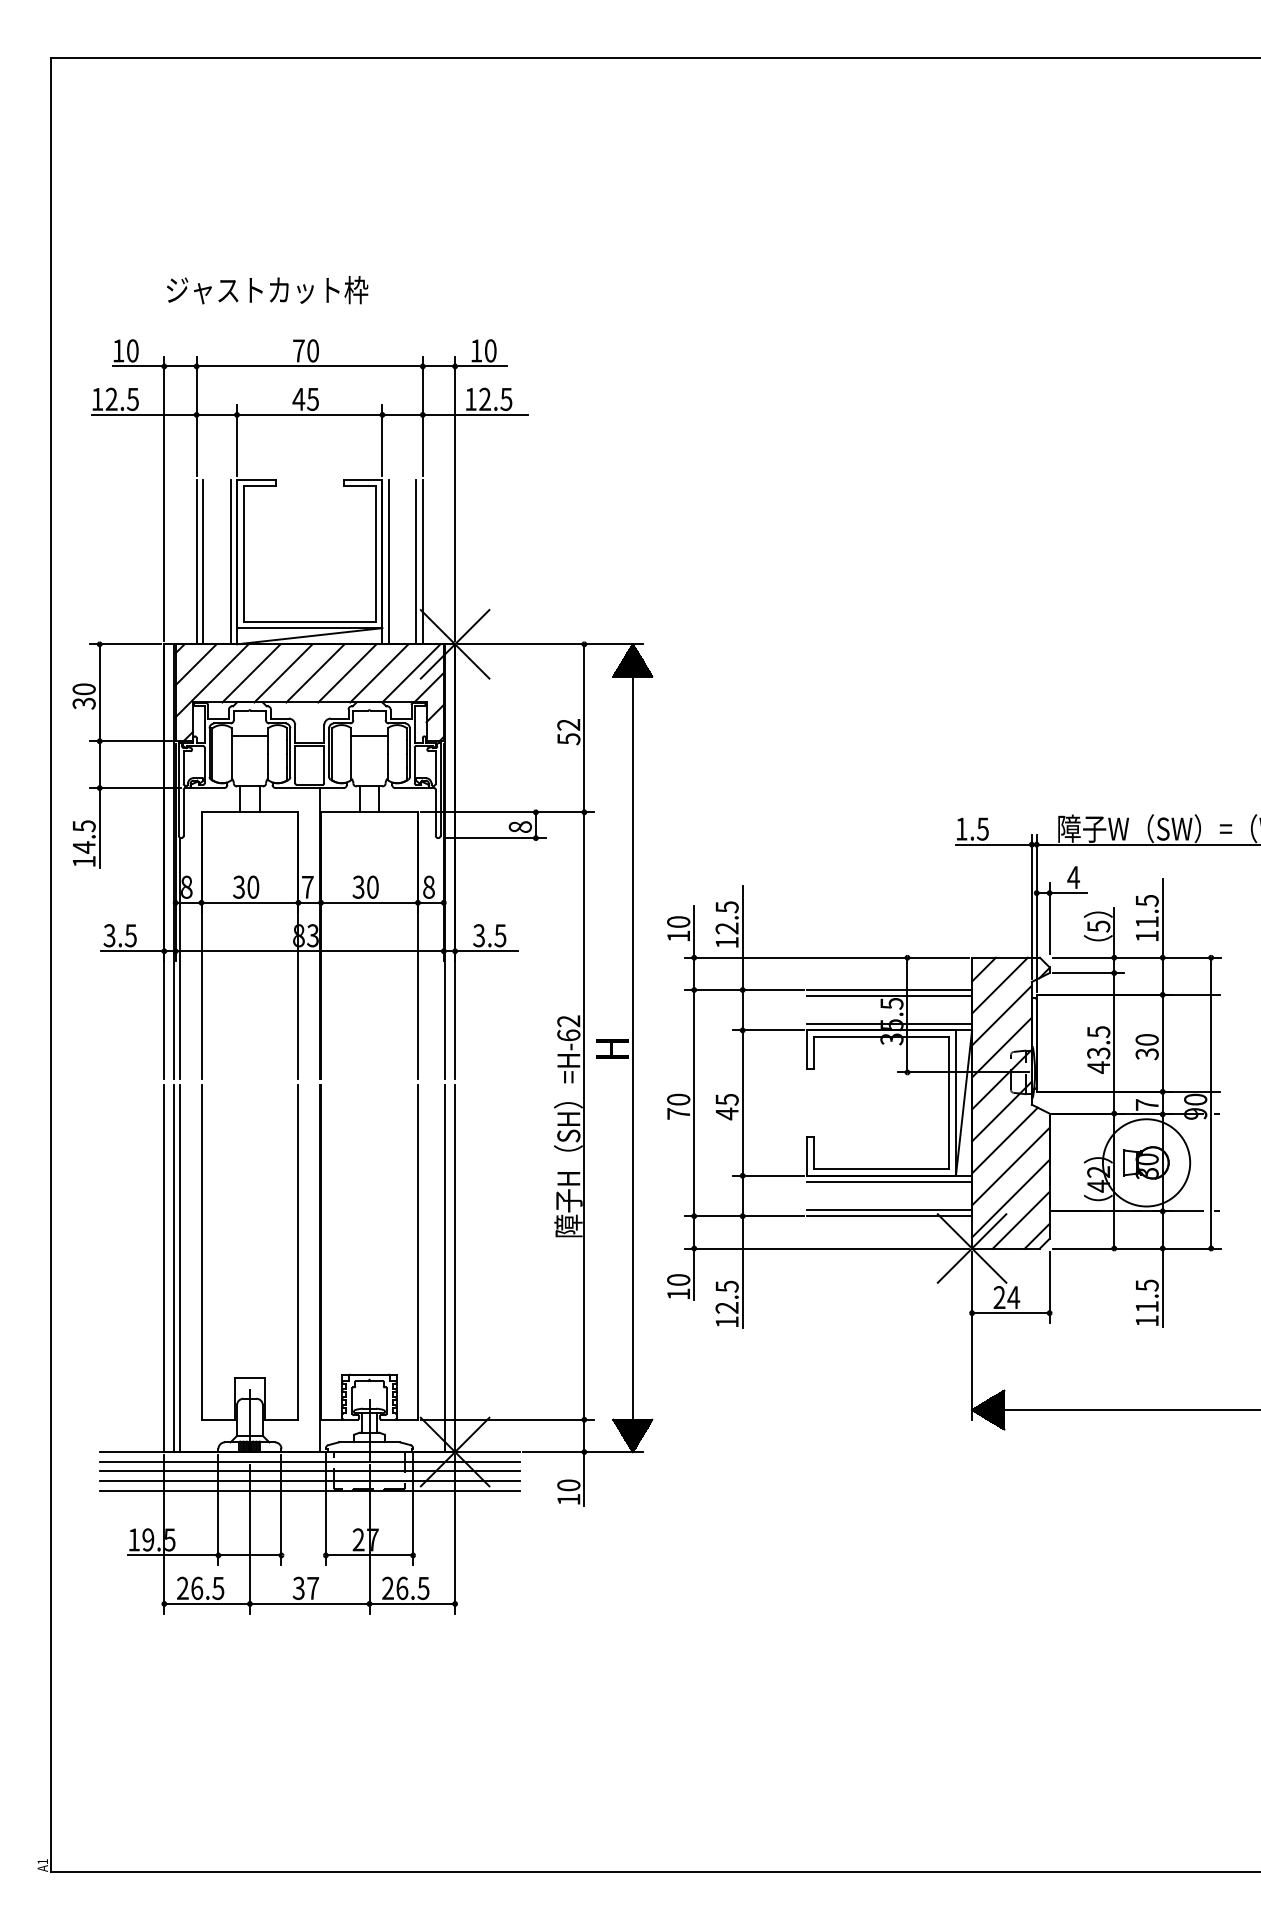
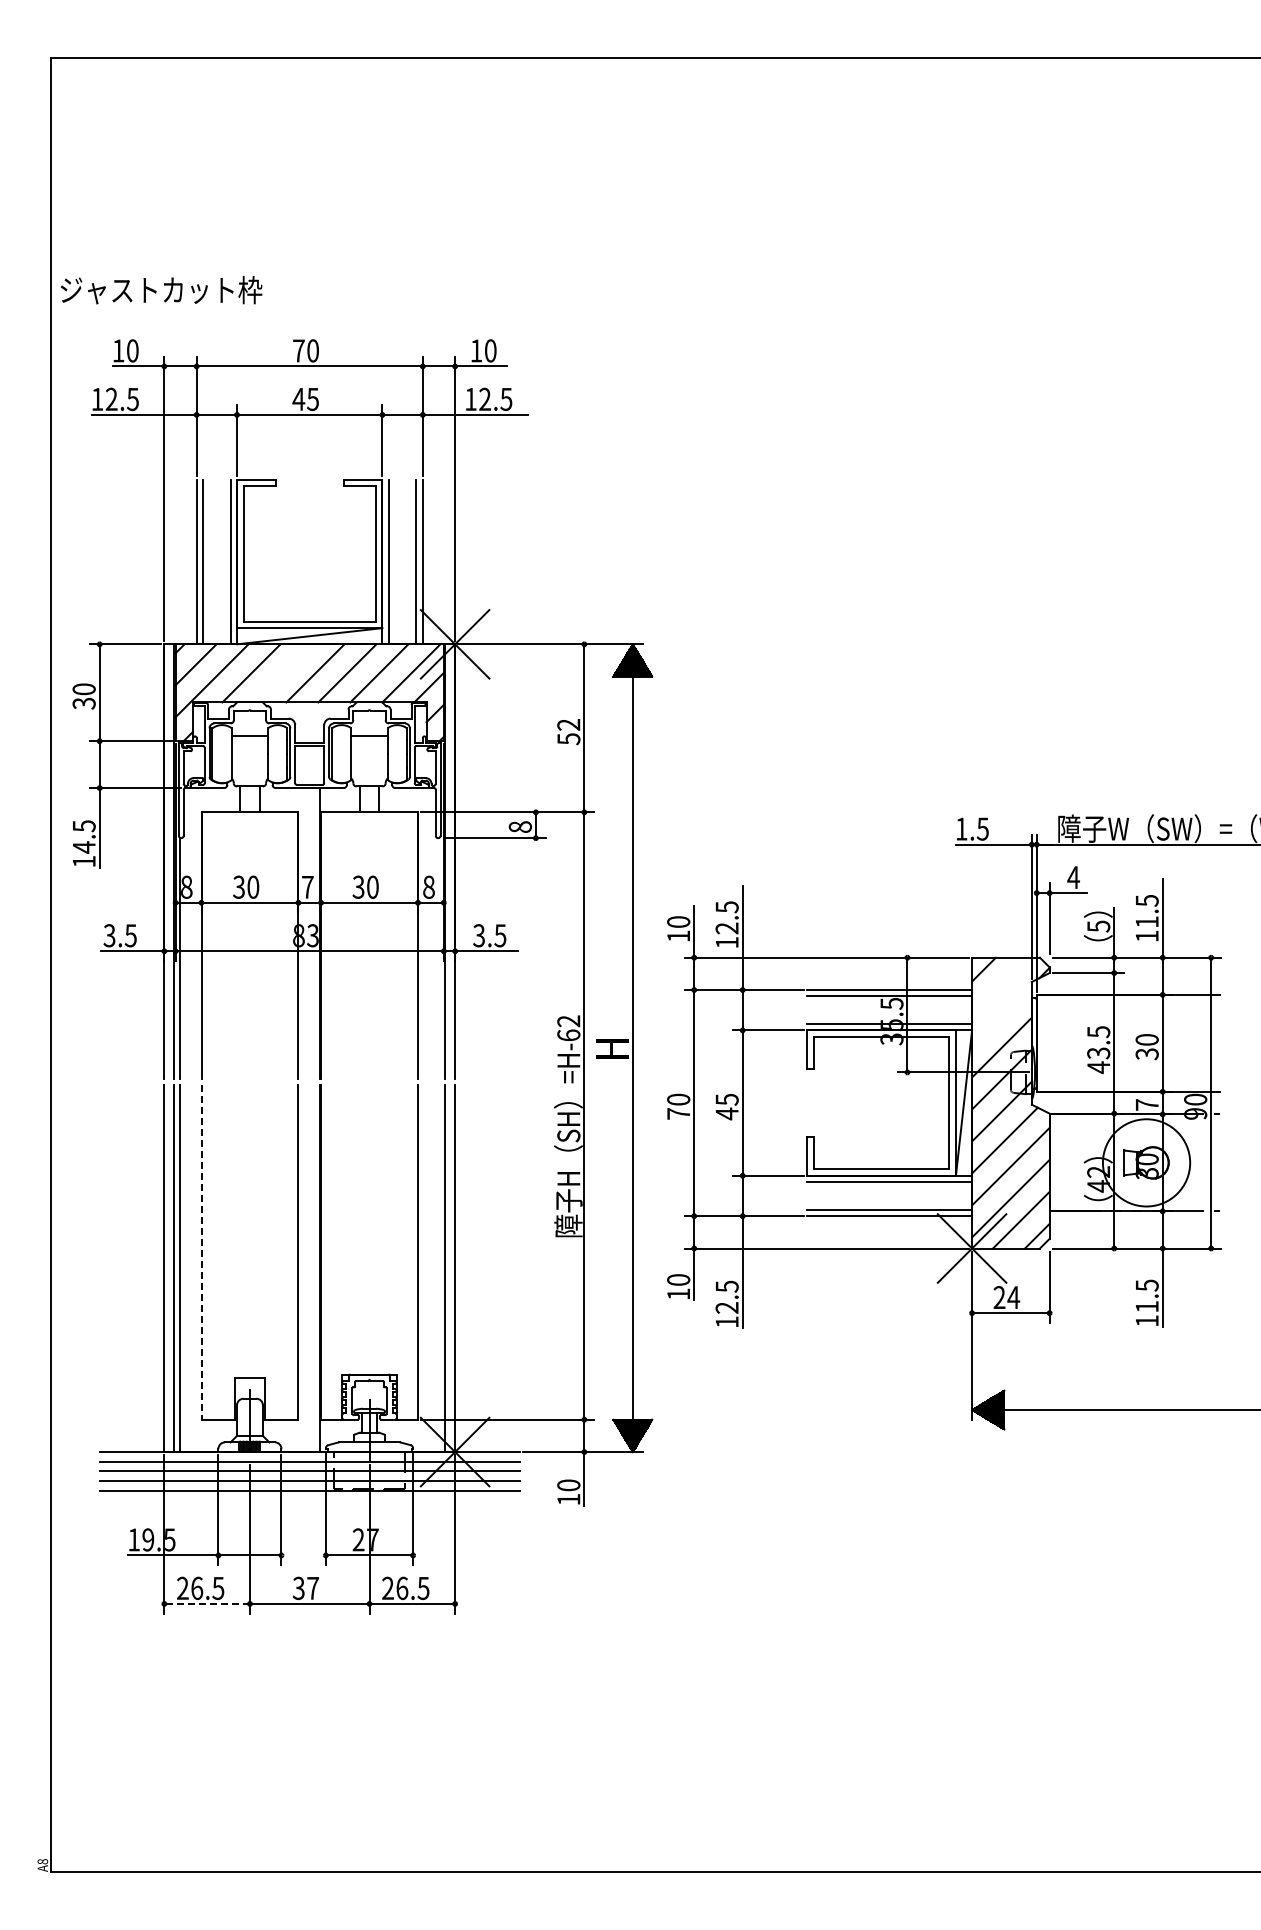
text at (267, 290) position: (267, 290) -> (161, 290)
line at (283, 673): present -> none
line at (999, 985): present -> none
line at (1001, 1015): present -> none
line at (201, 1253): solid -> dashed
line at (207, 1603): solid -> dashed
text at (42, 1861): A1 -> A8
